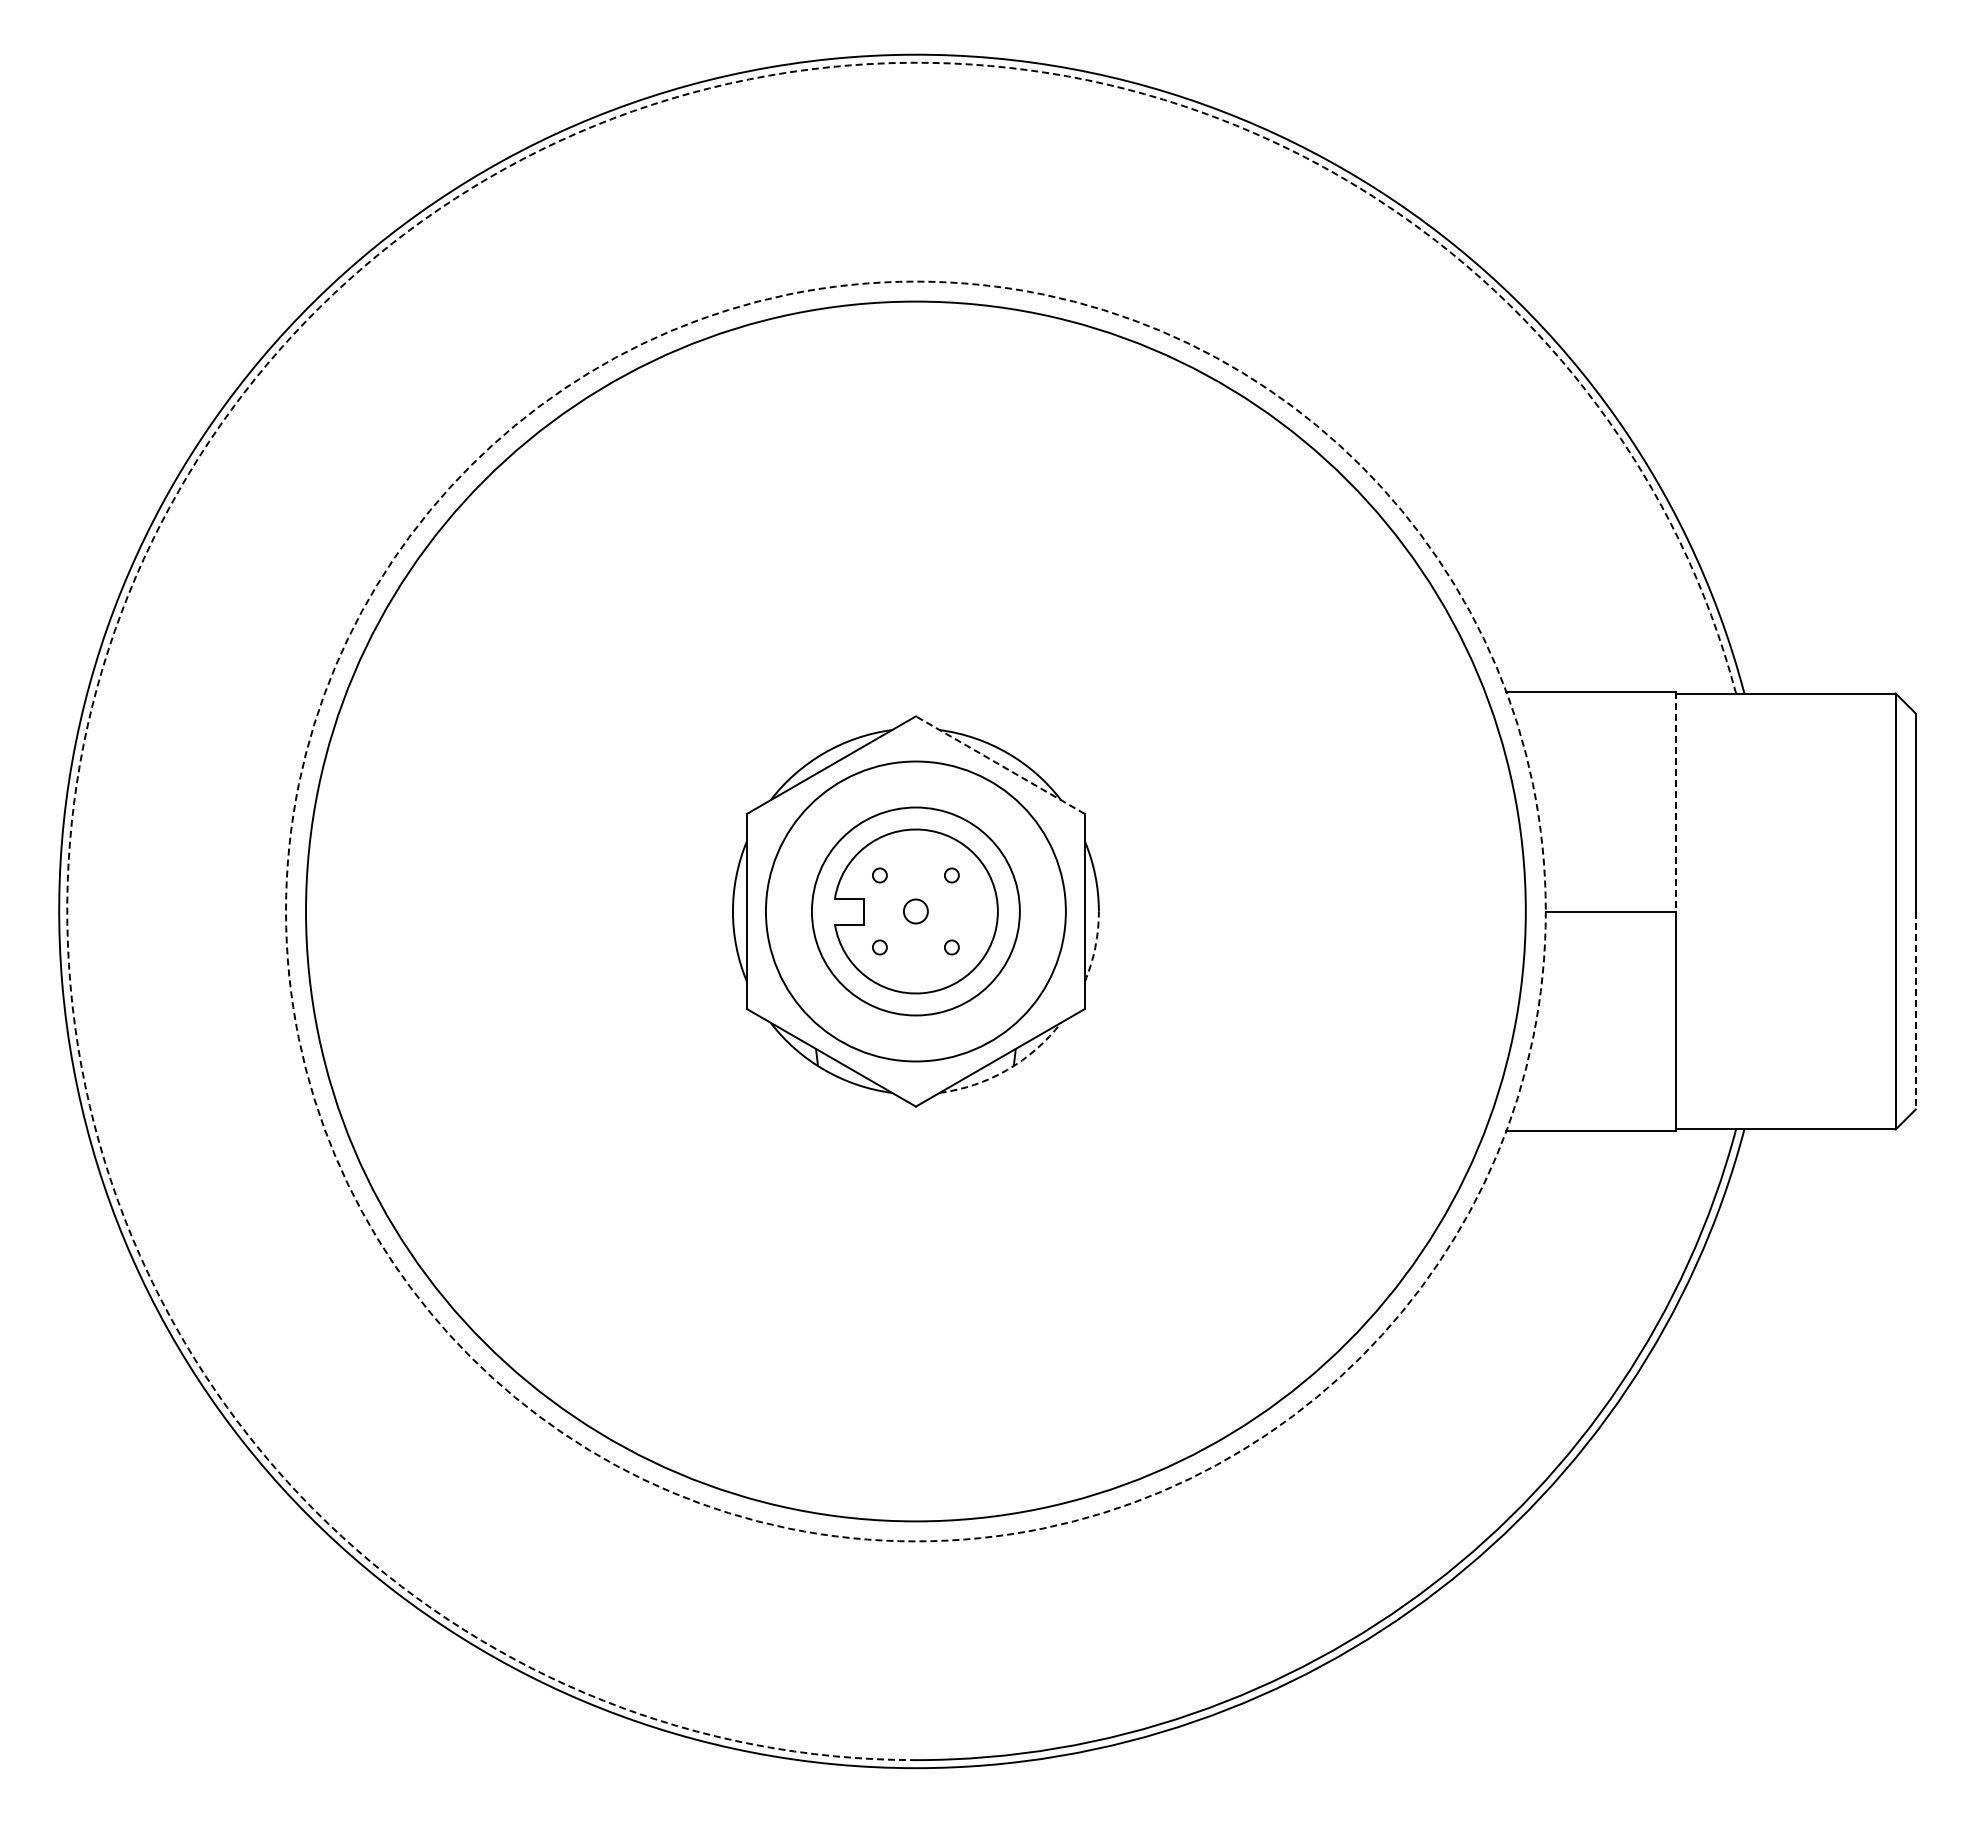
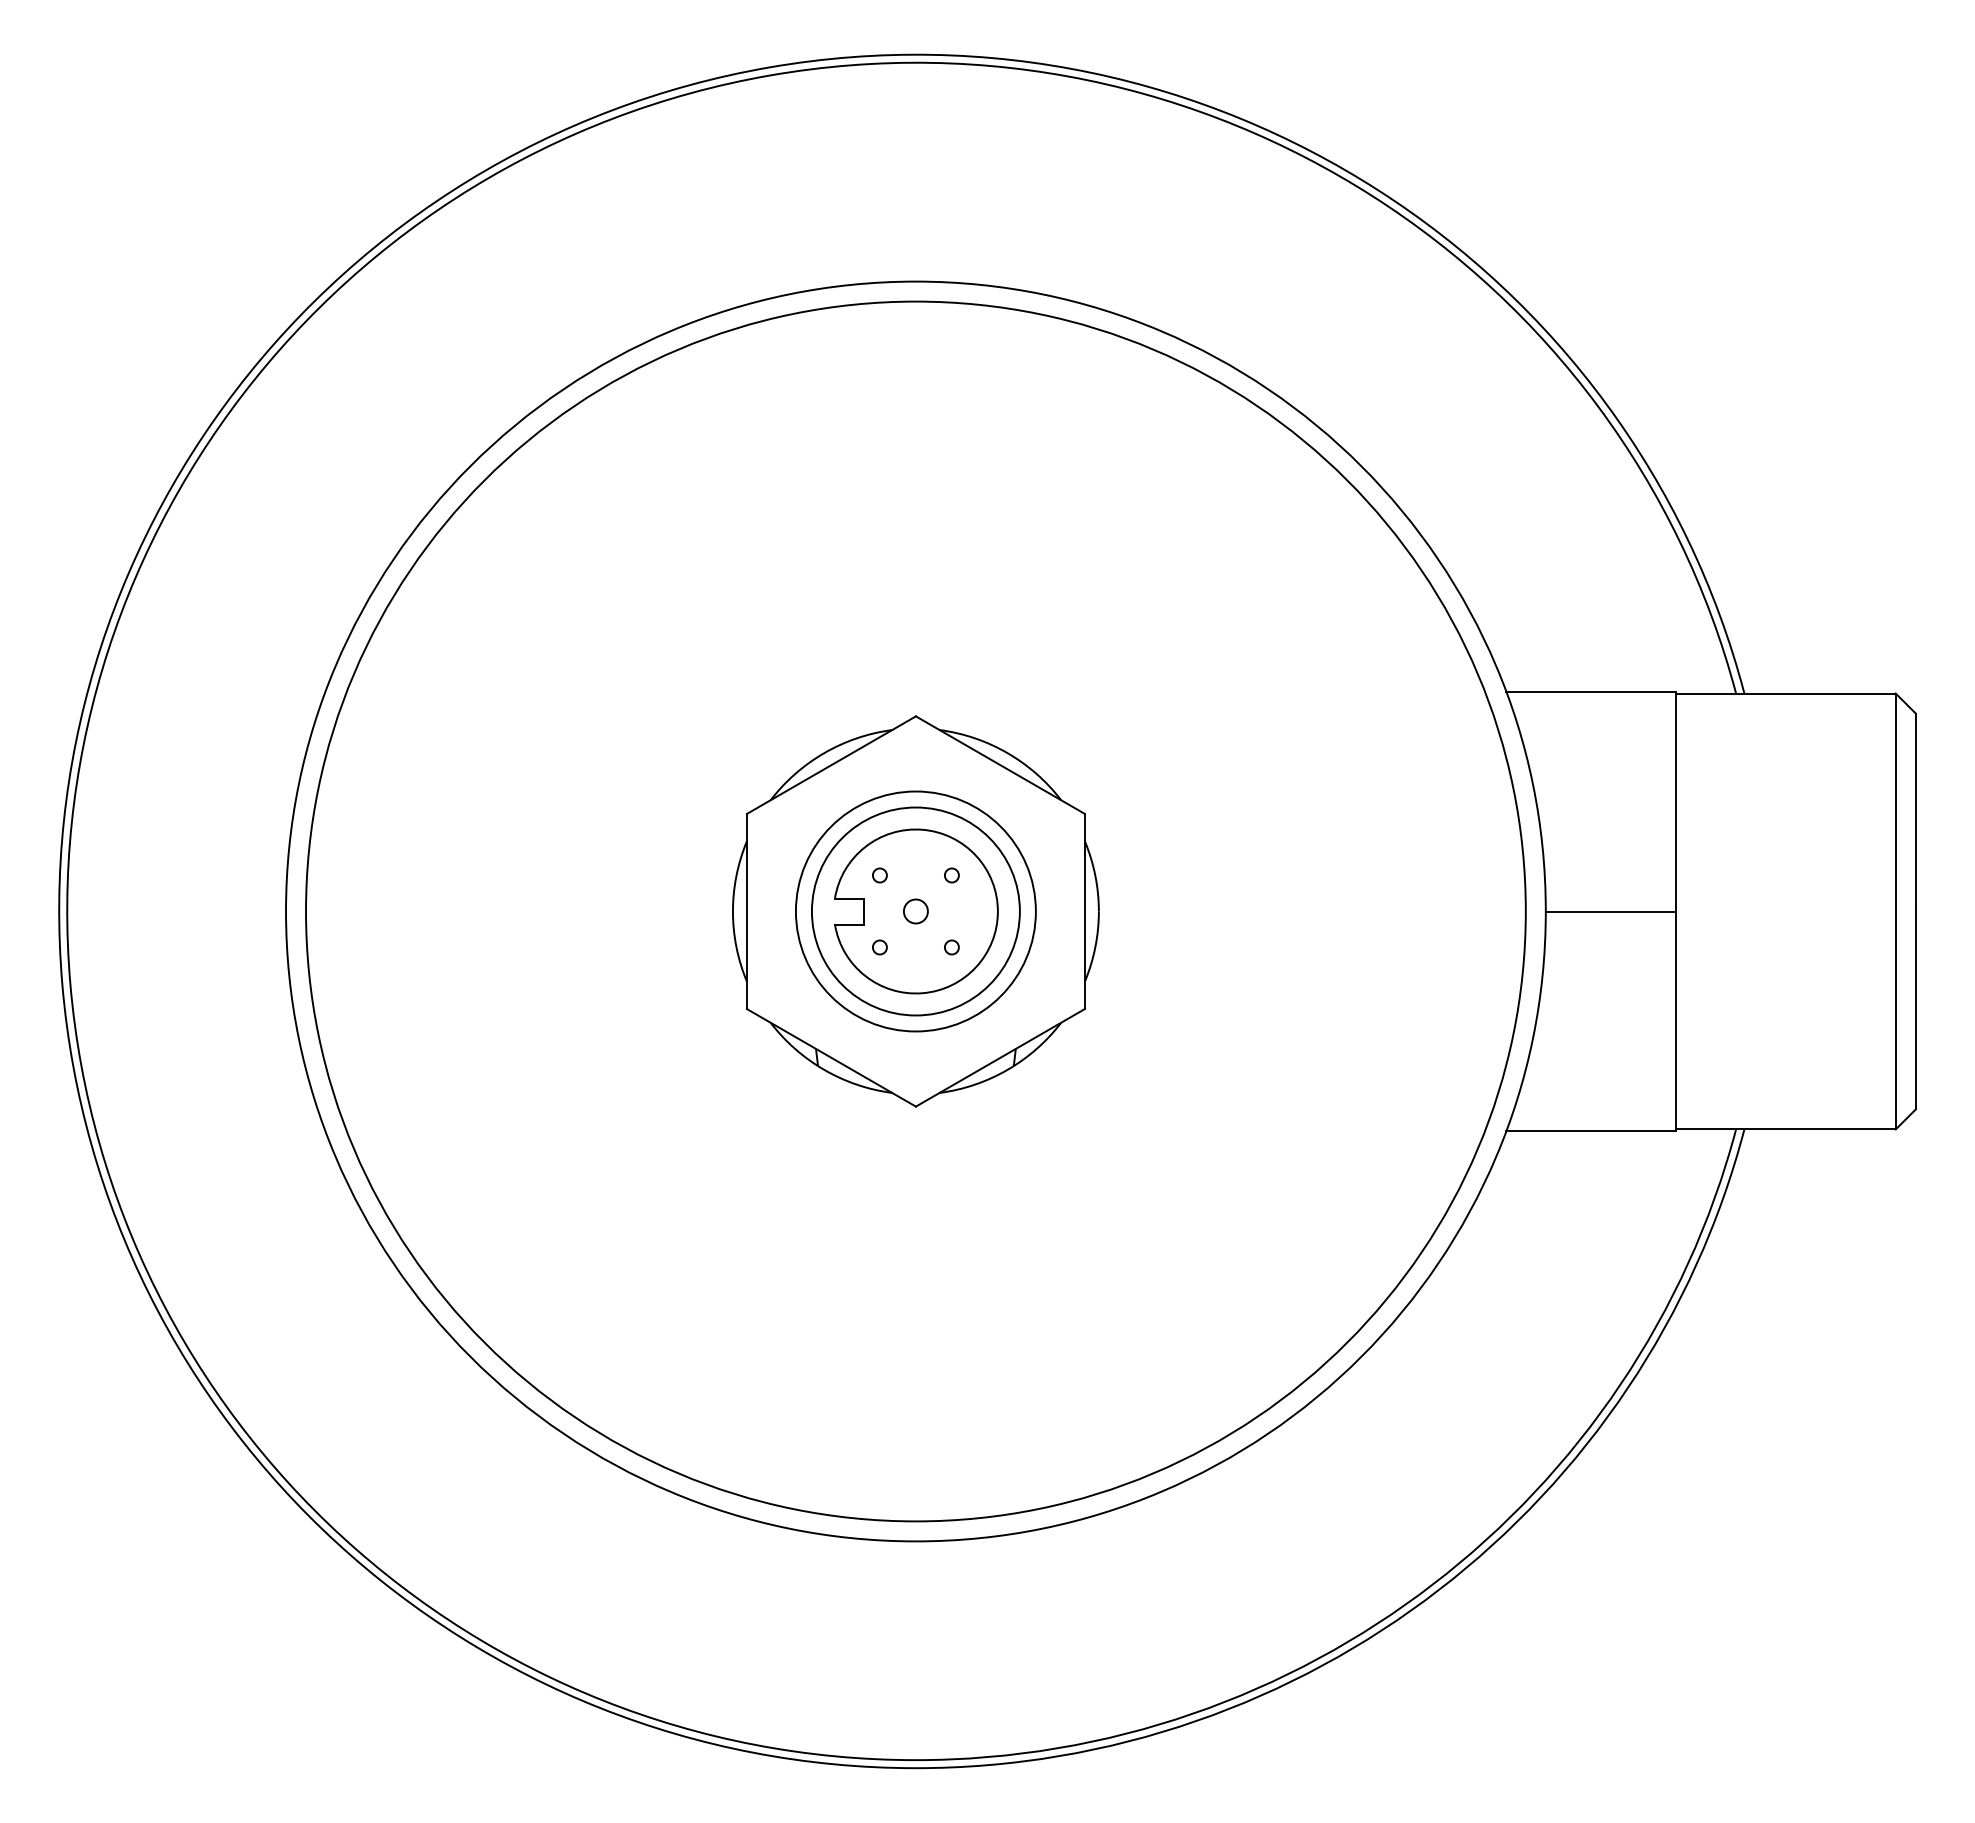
arc at (243, 394): dashed -> solid
line at (1000, 765): dashed -> solid
line at (1675, 801): dashed -> solid
circle at (915, 911) diameter: 300 px -> 240 px
circle at (915, 911): dashed -> solid
arc at (1095, 947): dashed -> solid
line at (1915, 1010): dashed -> solid
arc at (1007, 1069): dashed -> solid
